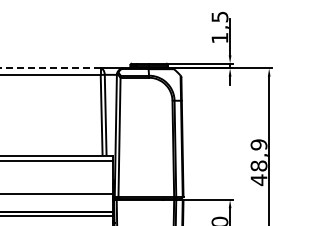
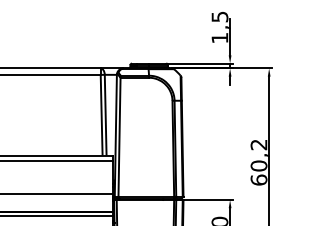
line at (49, 68): dashed -> solid
text at (258, 162): 48,9 -> 60,2
